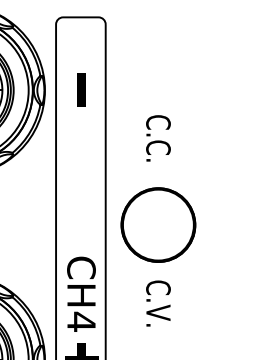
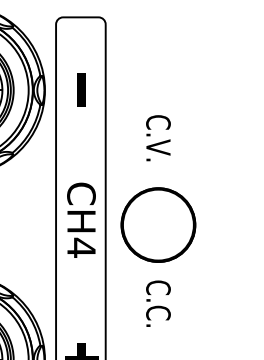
text at (158, 150): C.C. -> C.V.
text at (81, 293) position: (81, 293) -> (81, 219)
text at (158, 315): C.V. -> C.C.
